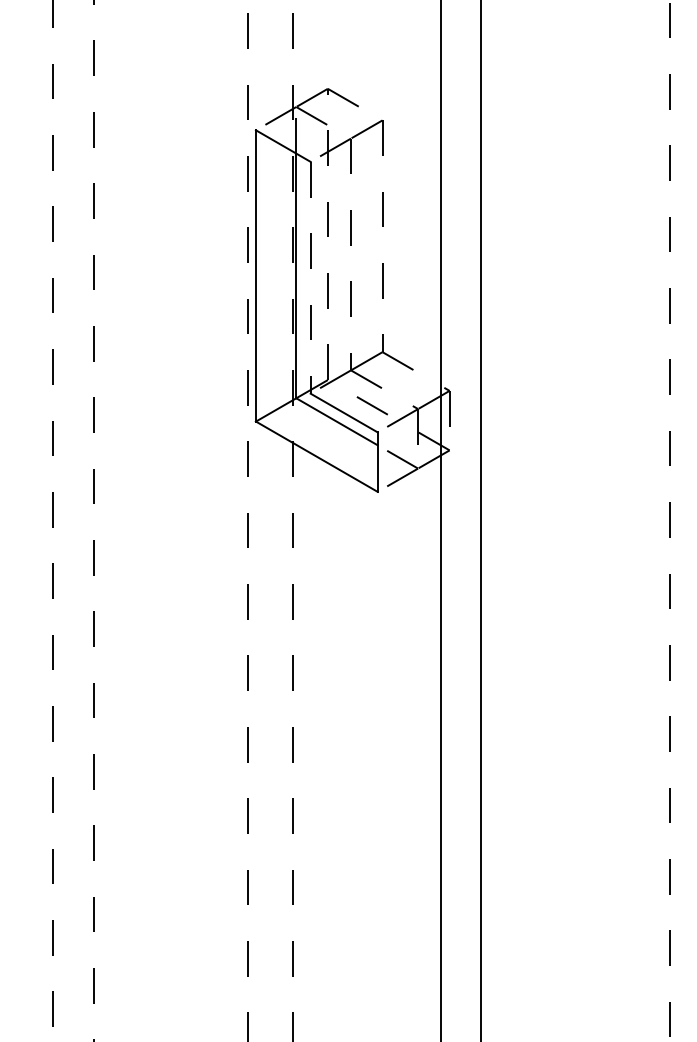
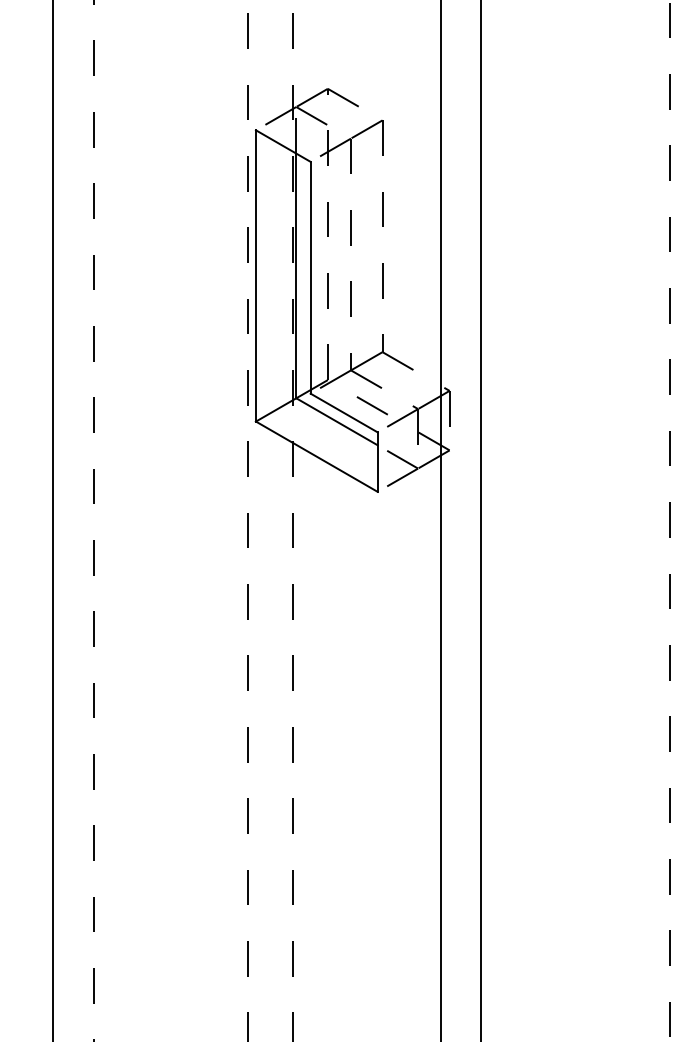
line at (310, 277): dashed -> solid
line at (53, 521): dashed -> solid
